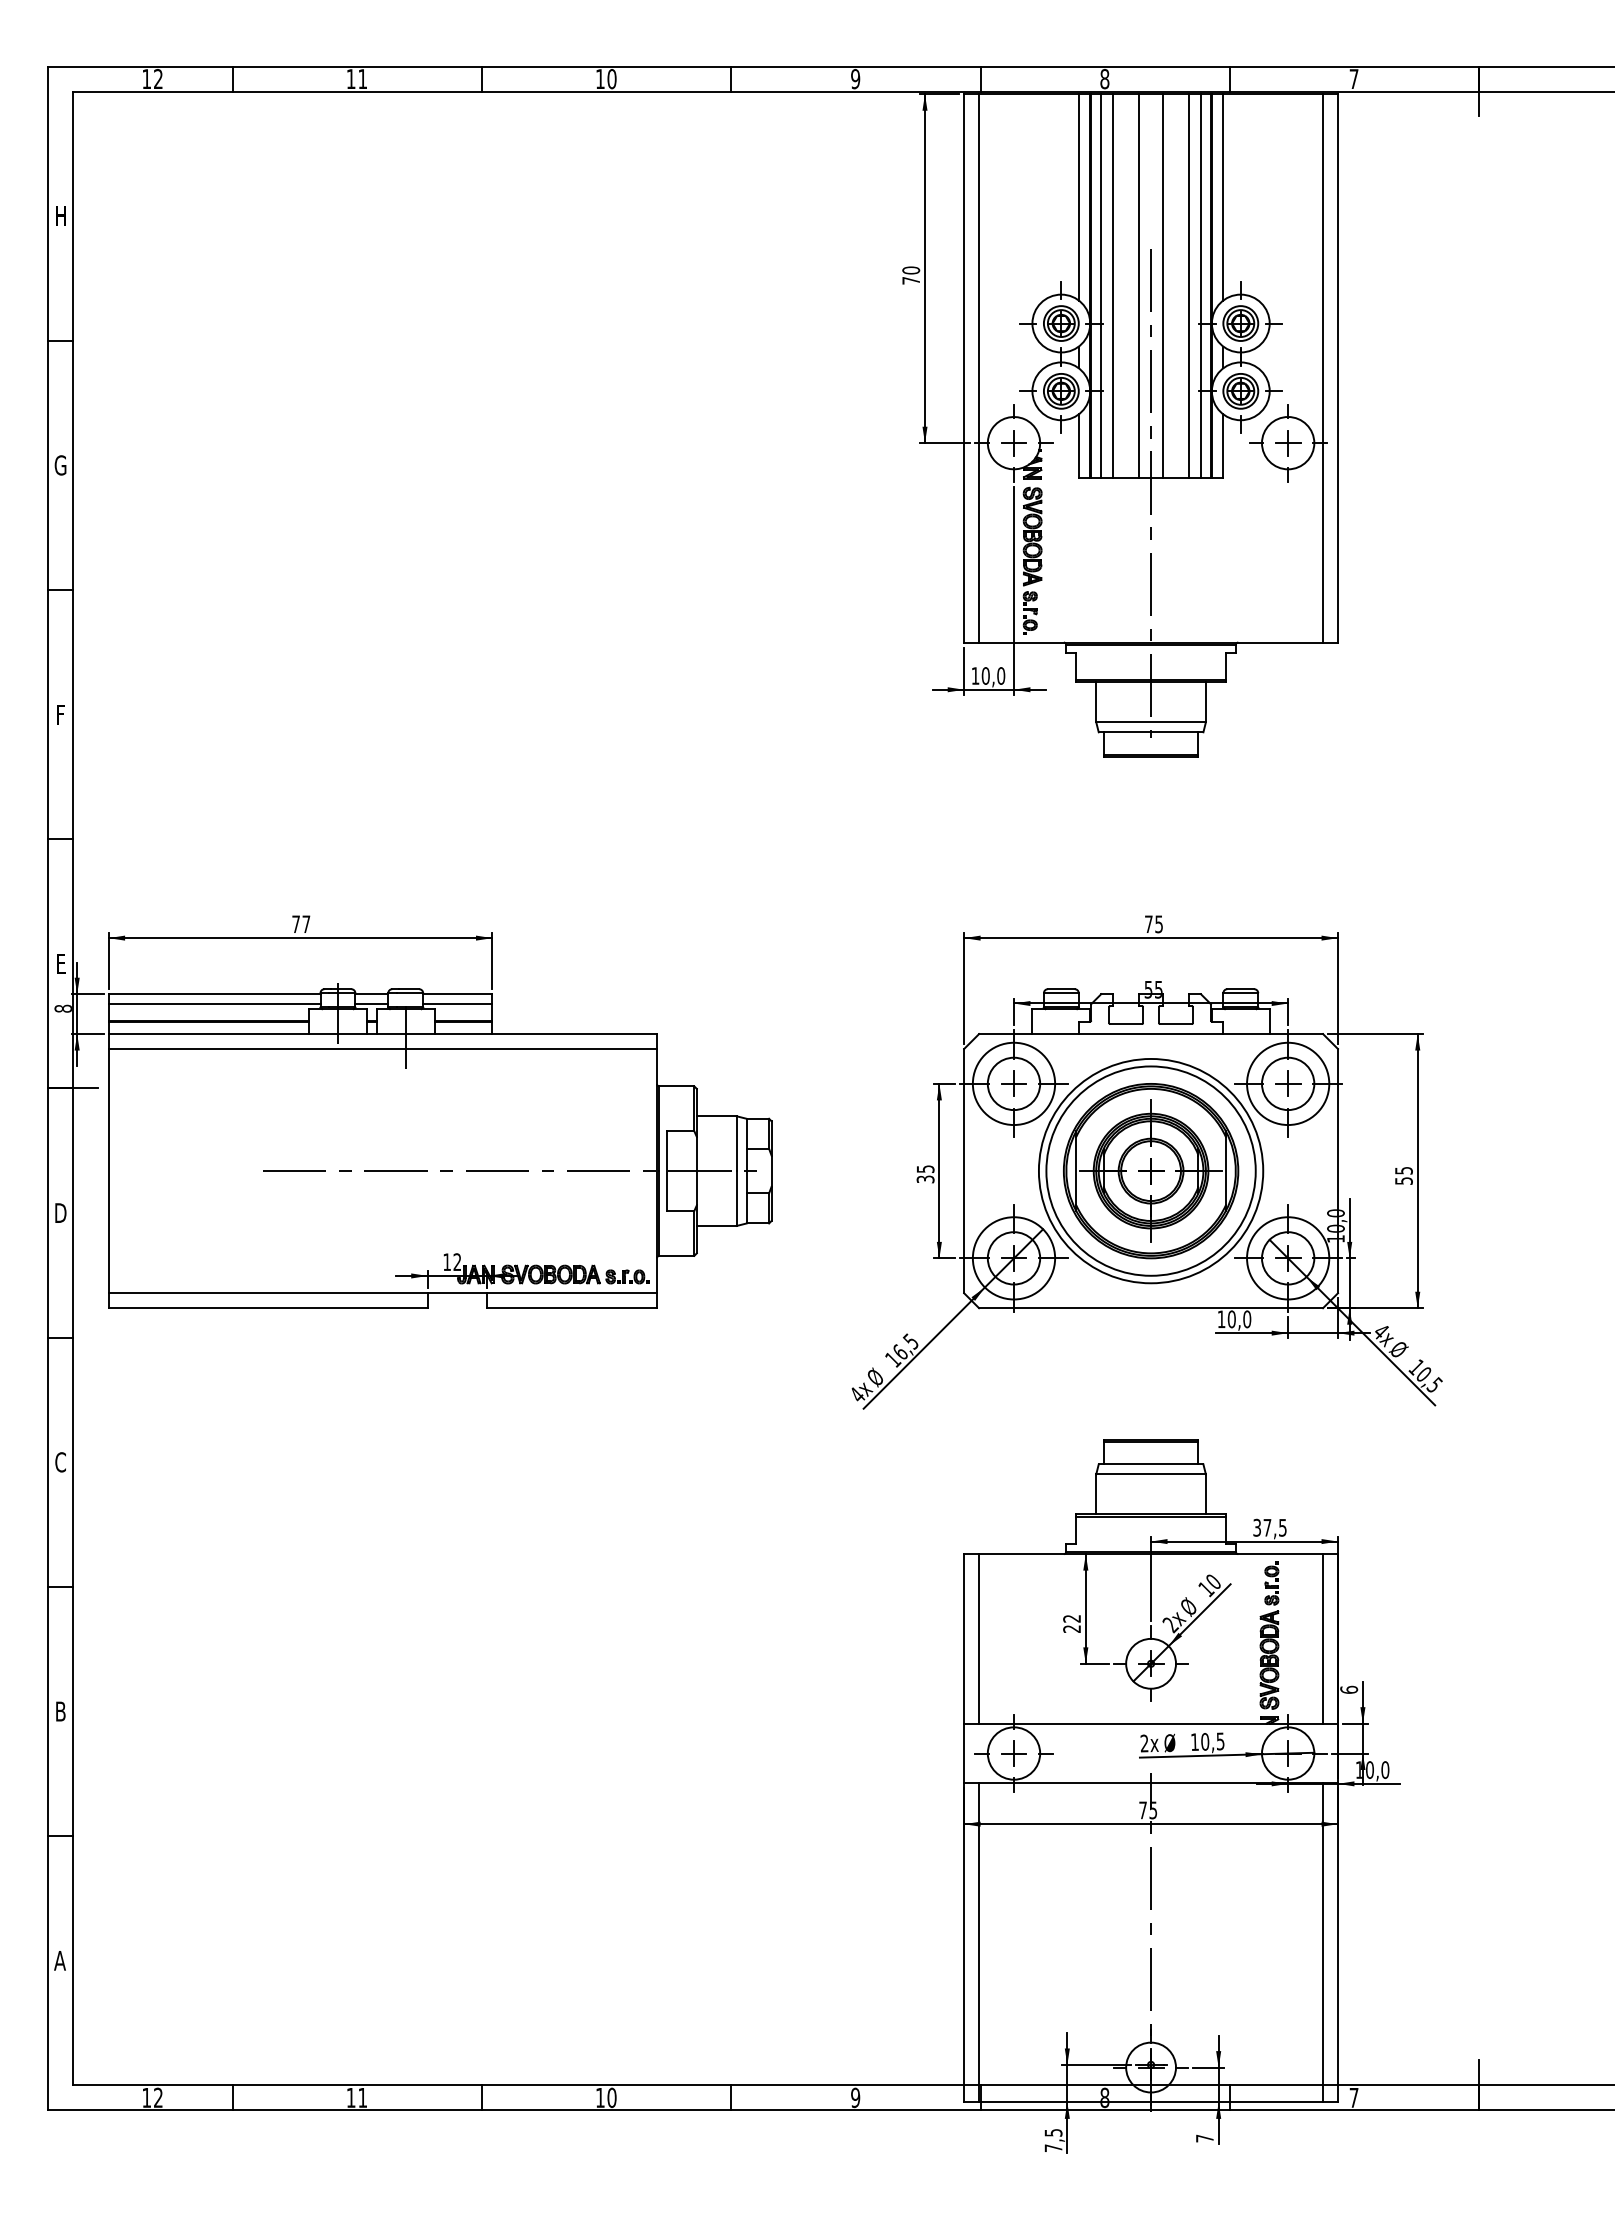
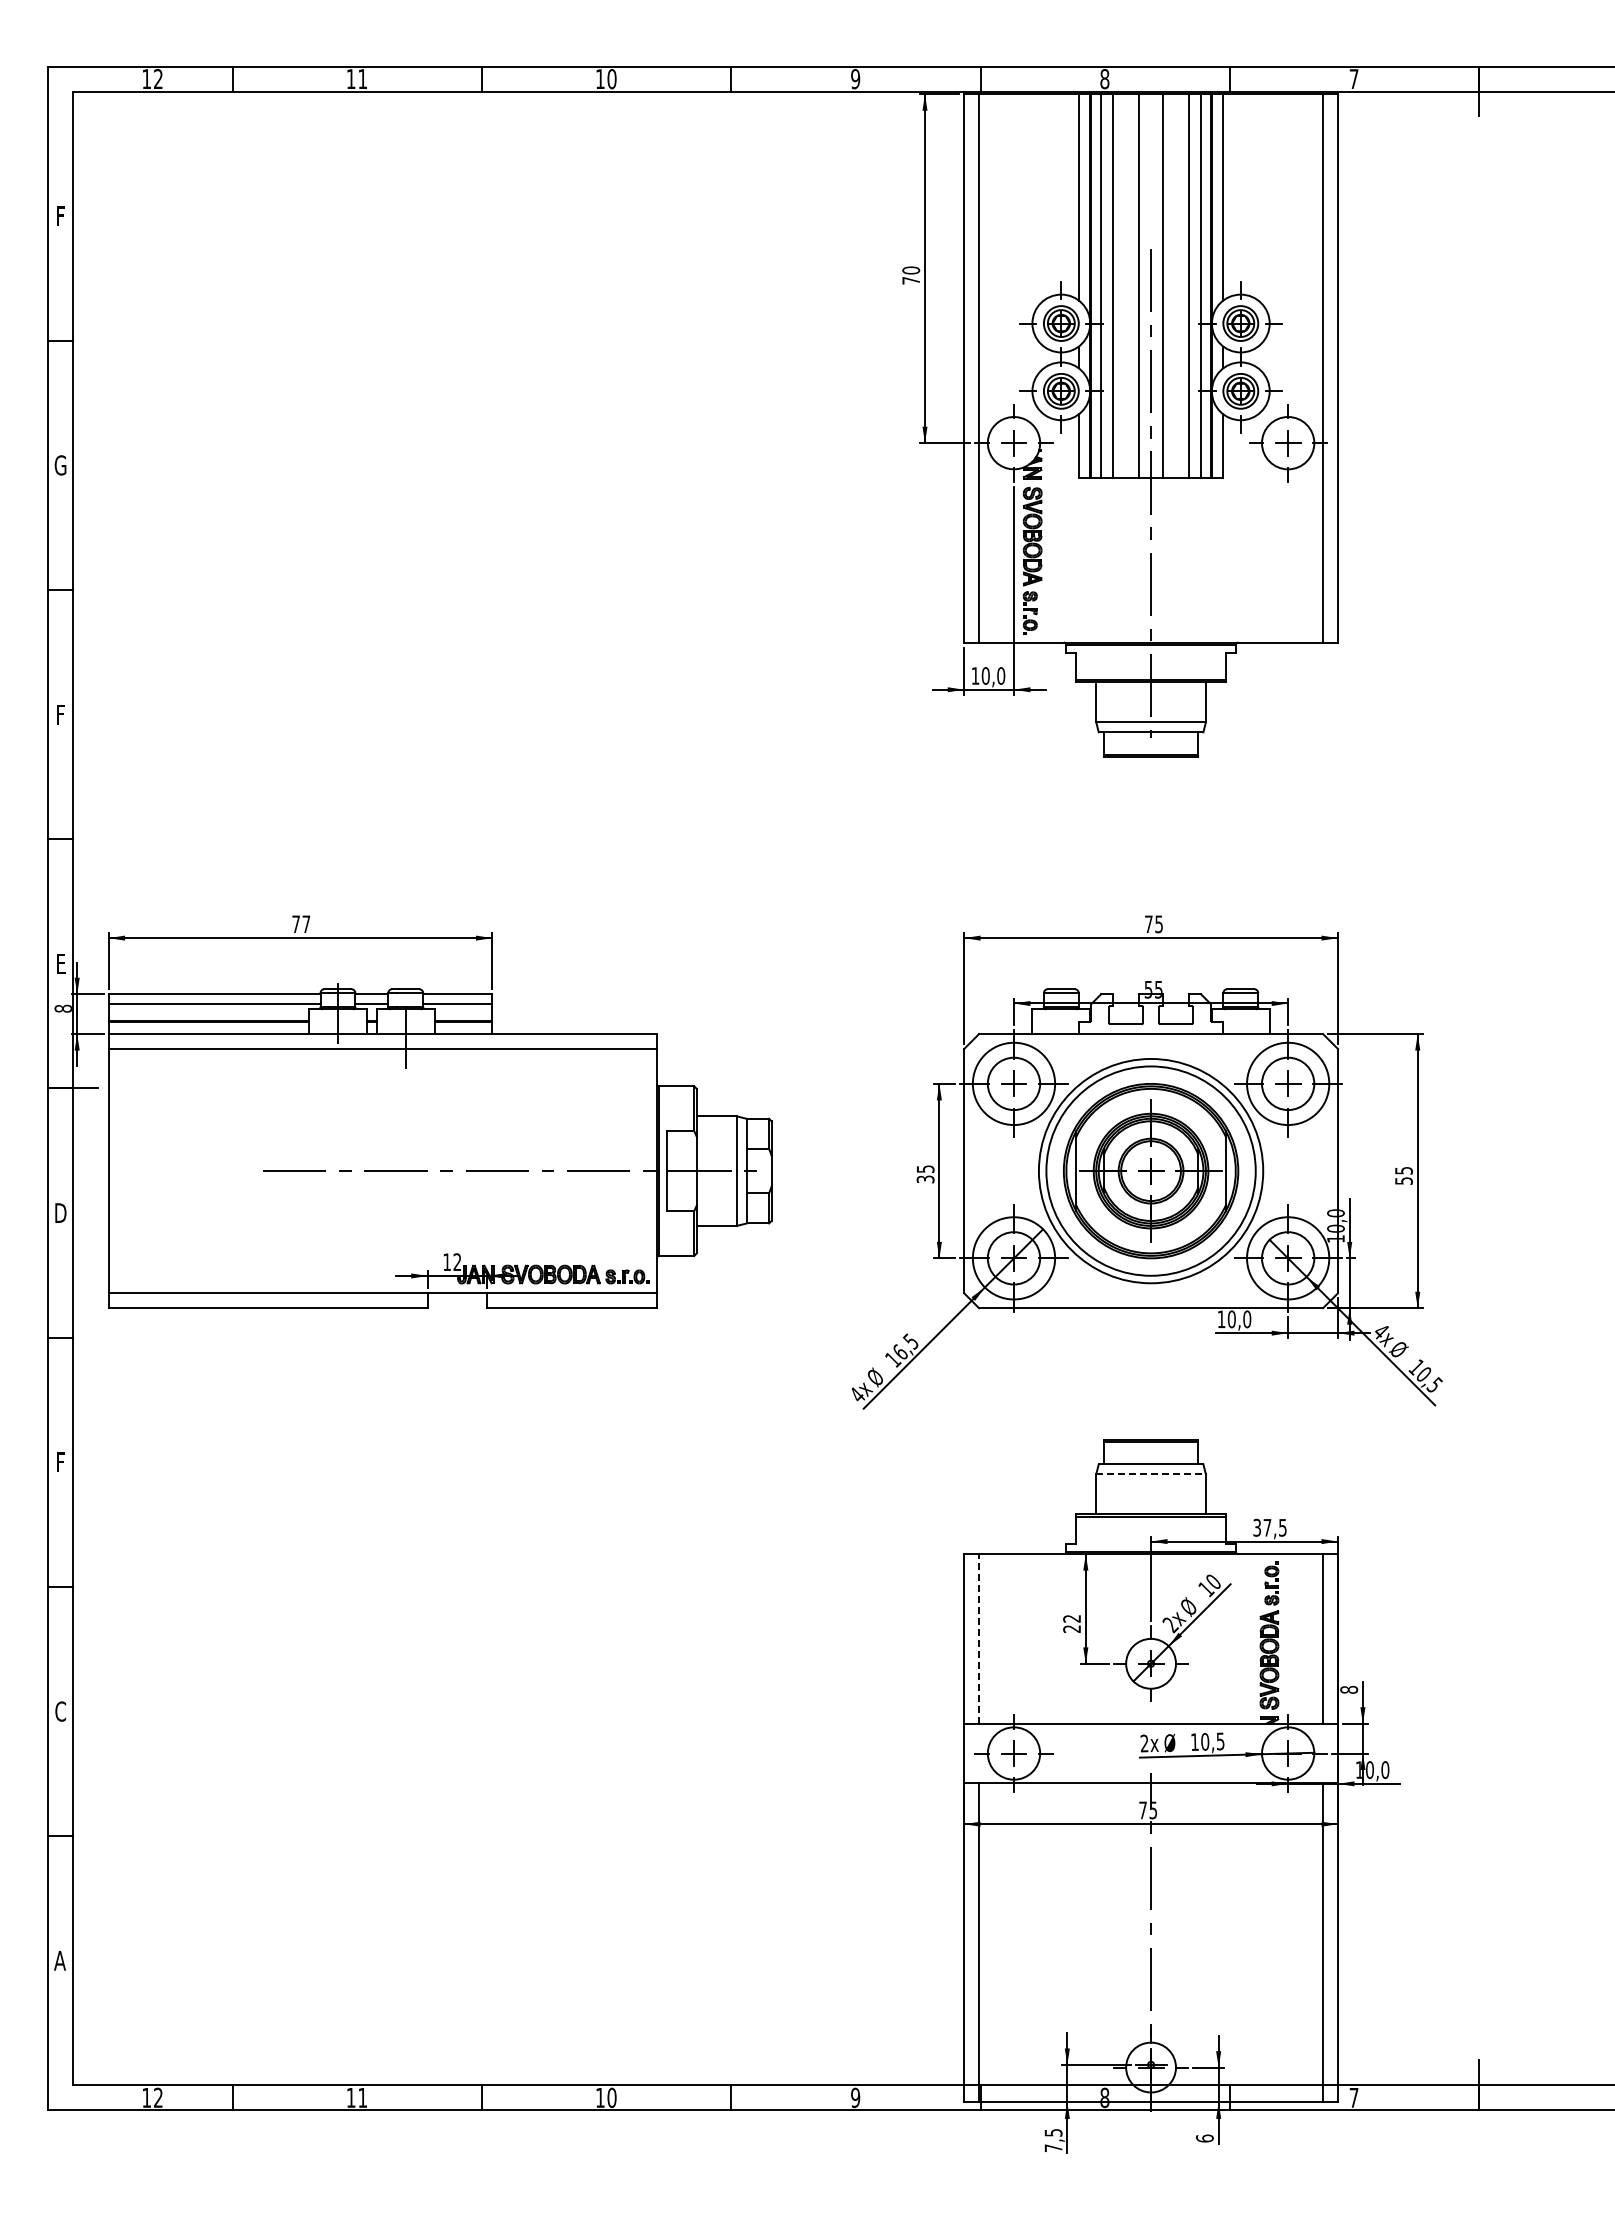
text at (60, 215): H -> F
text at (60, 1462): C -> F
line at (1151, 1474): solid -> dashed
line at (979, 1638): solid -> dashed
text at (1348, 1689): 6 -> 8
text at (60, 1711): B -> C
text at (1204, 2138): 7 -> 6
